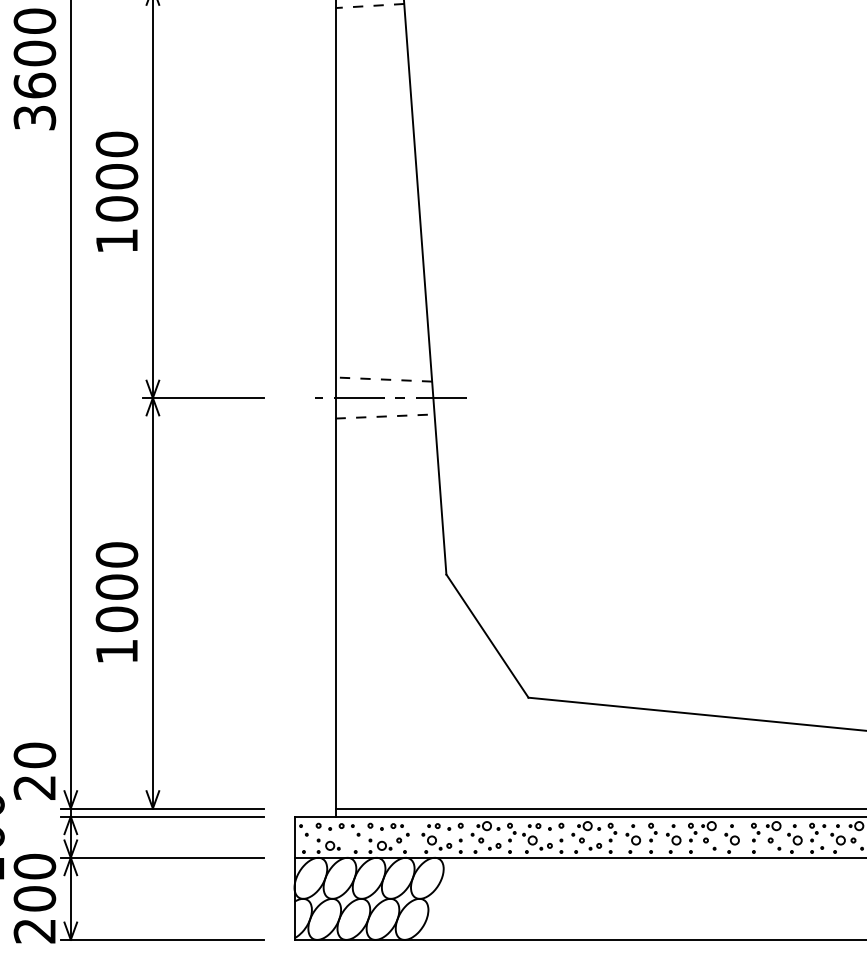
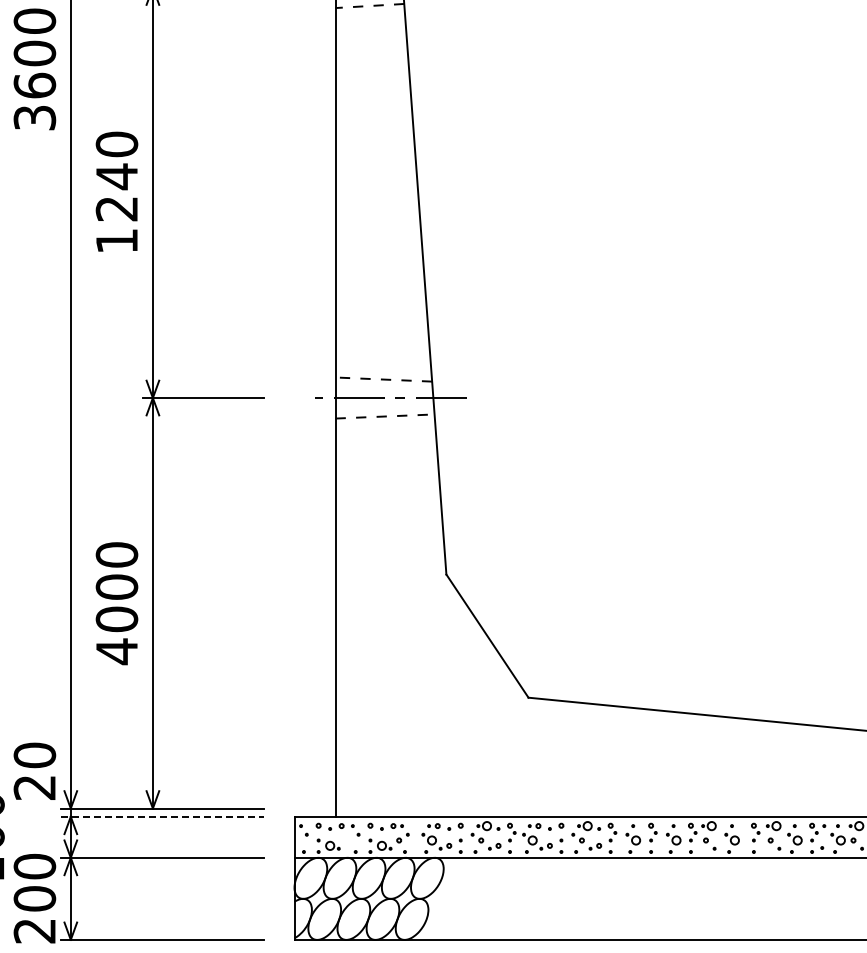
text at (116, 192): 1000 -> 1240
text at (116, 651): 1000 -> 4000
line at (599, 808): present -> none
line at (162, 816): solid -> dashed
